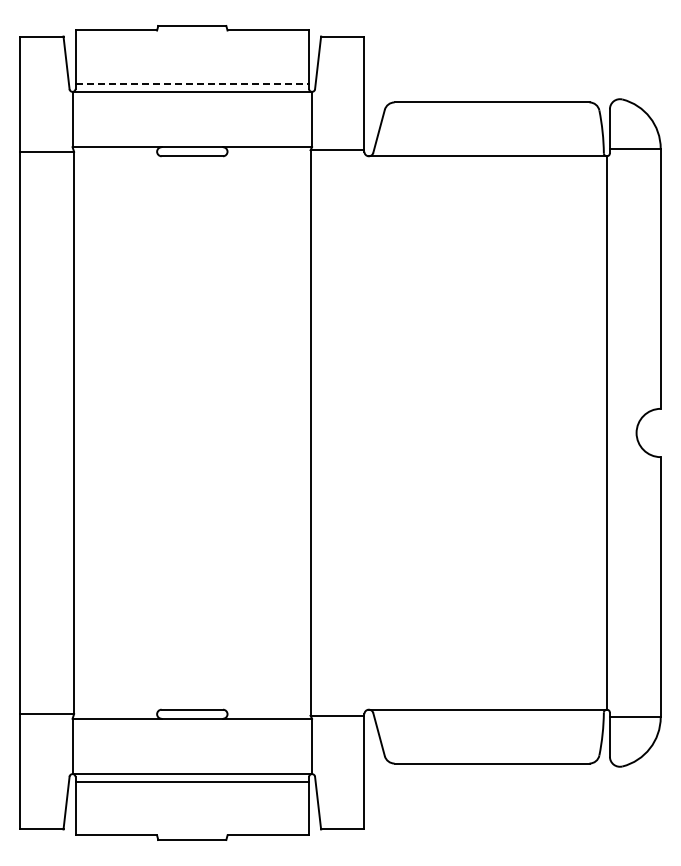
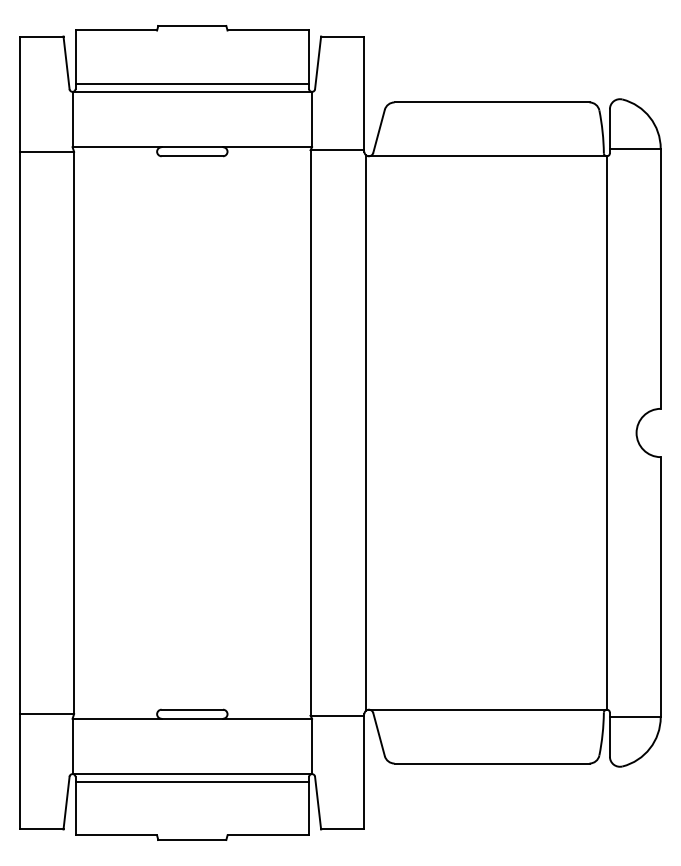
line at (192, 84): dashed -> solid
line at (365, 432): none -> present
